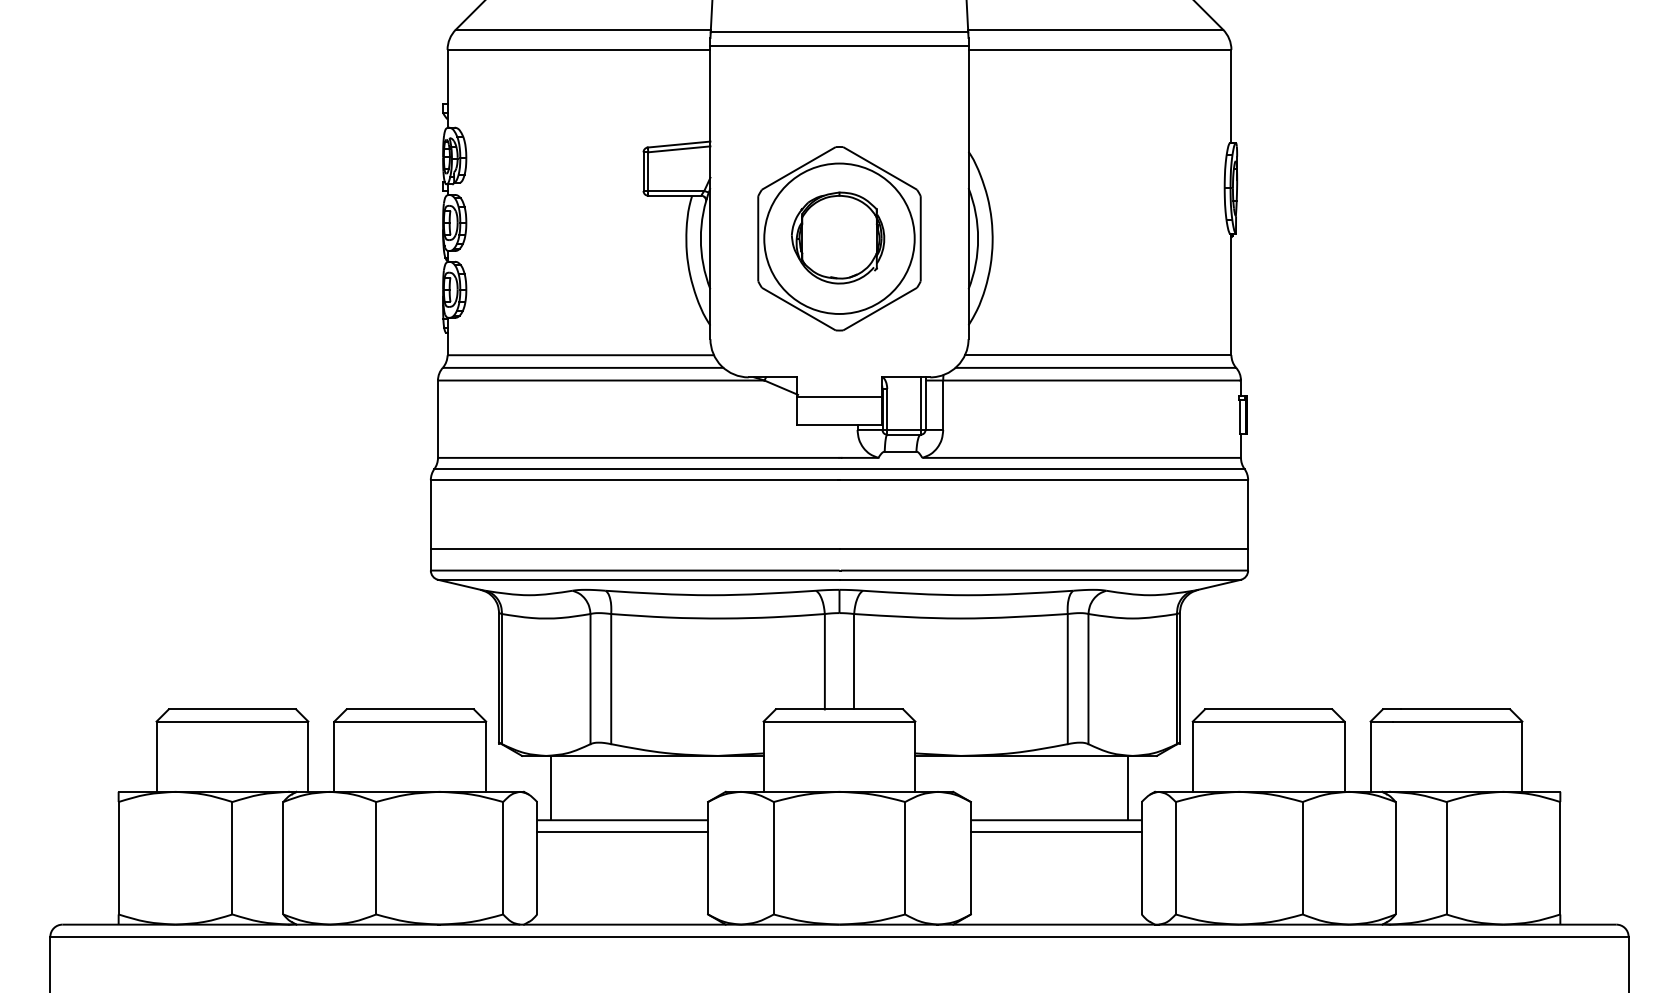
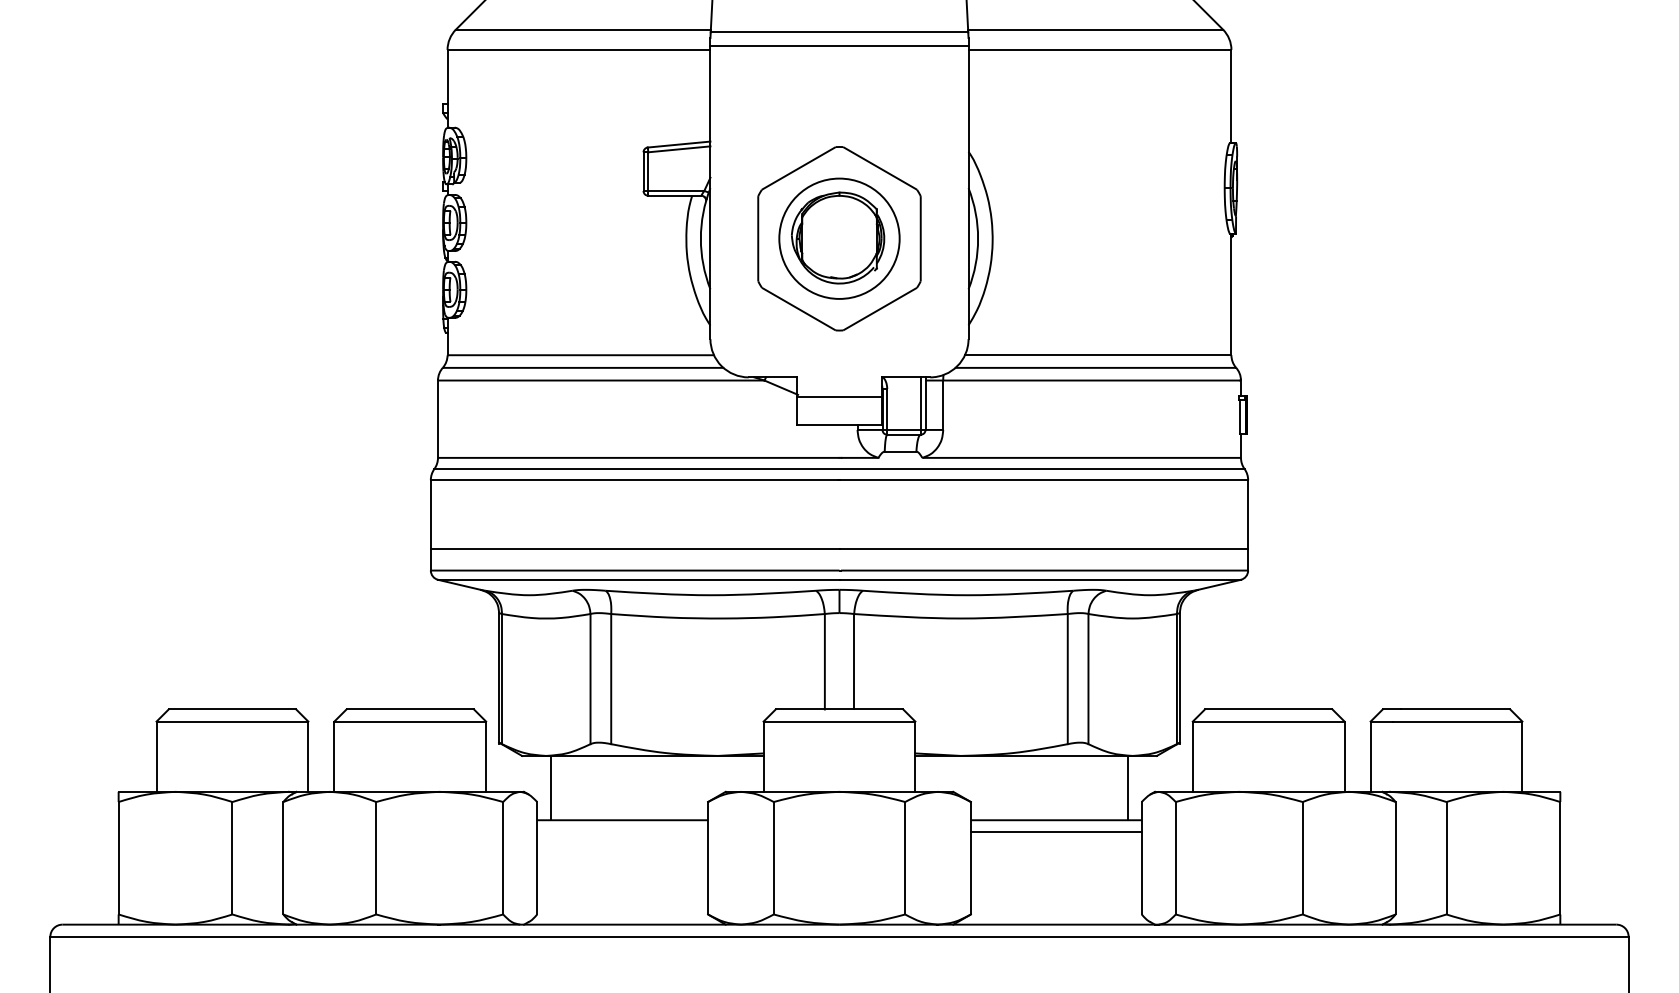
circle at (839, 238) diameter: 150 px -> 120 px
line at (622, 832): present -> none
